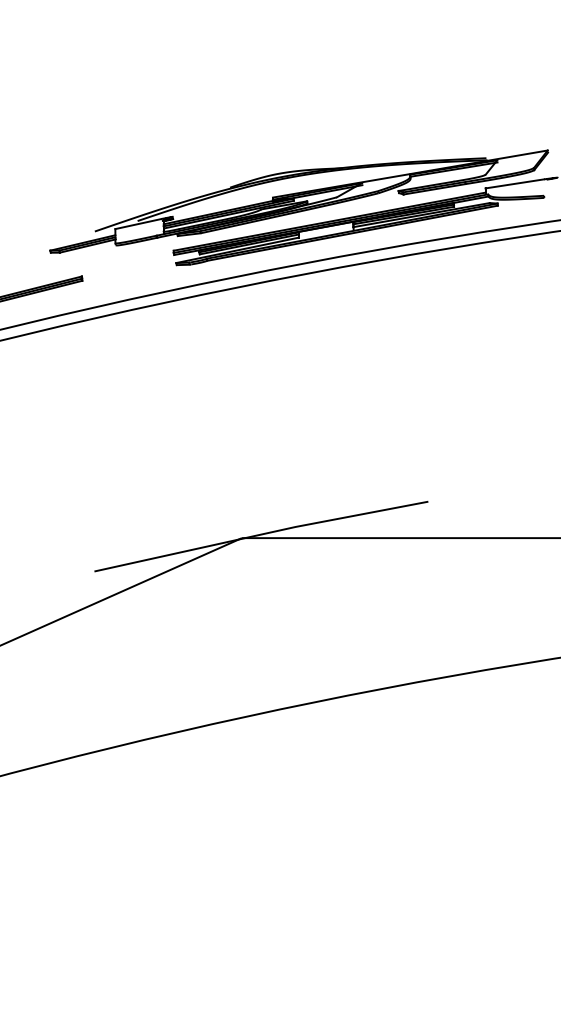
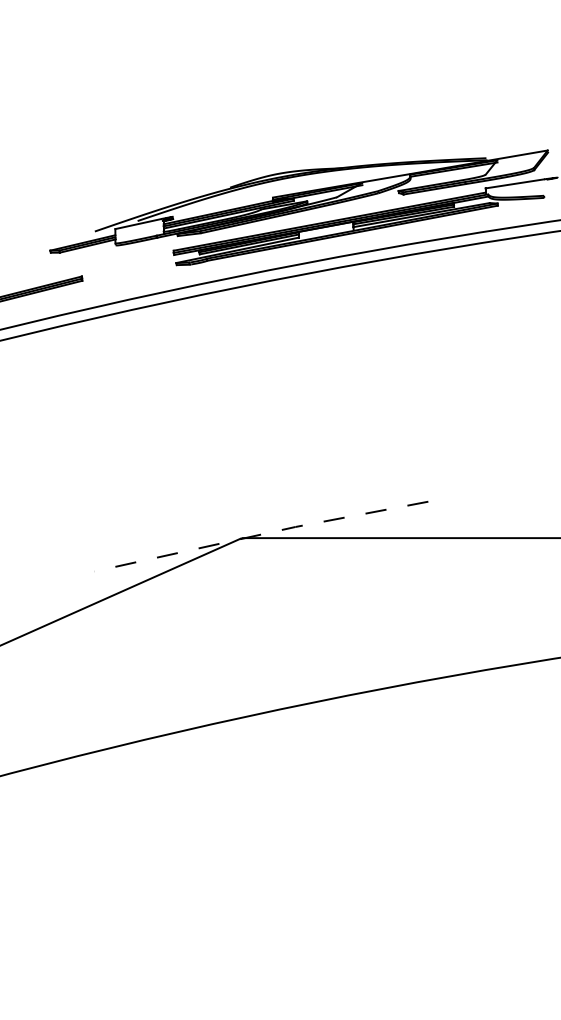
line at (261, 534): solid -> dashed
